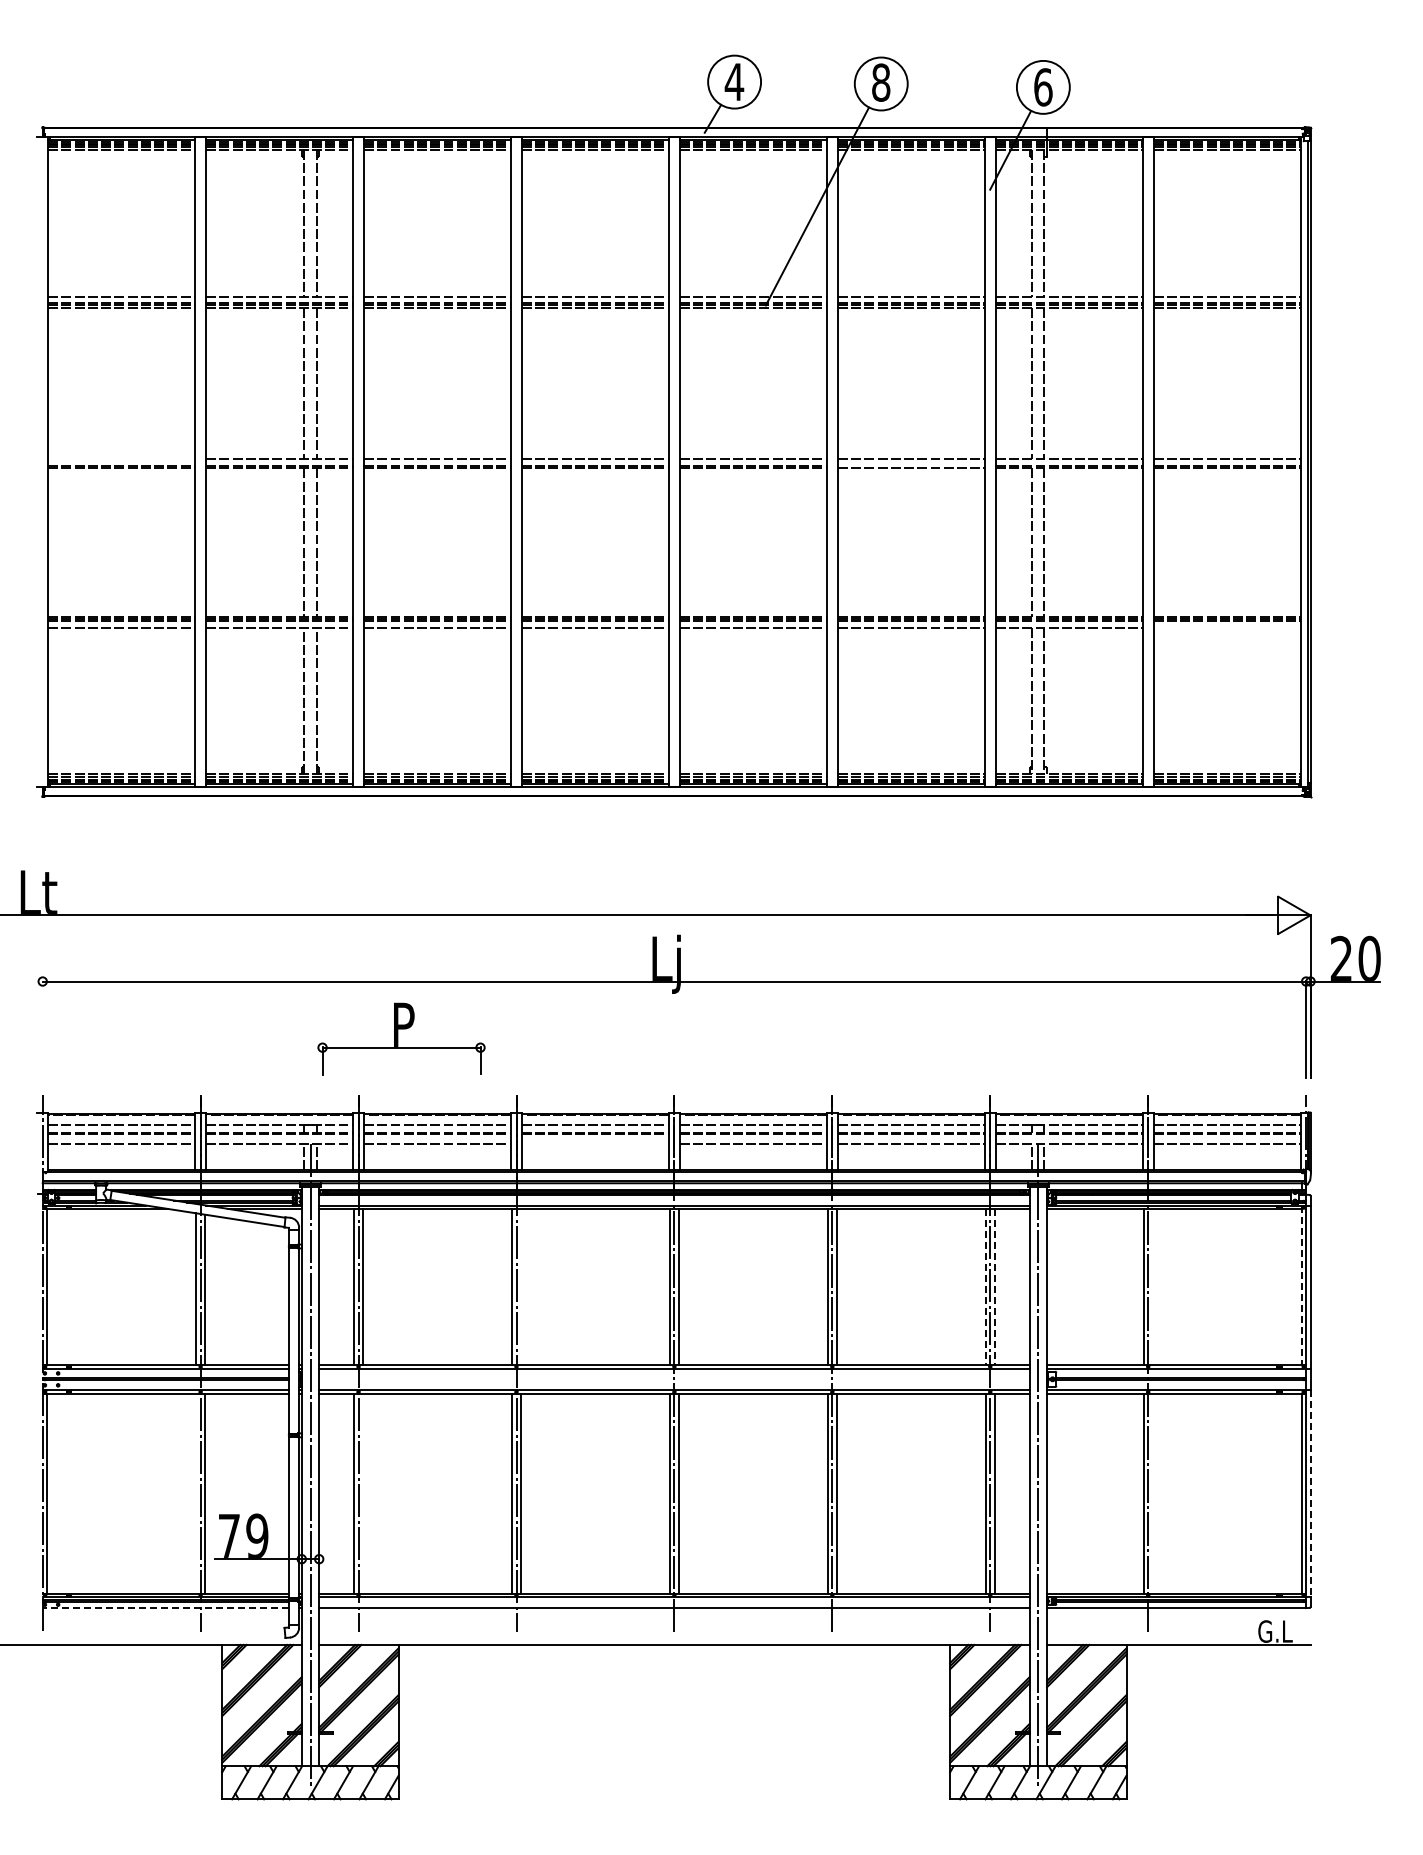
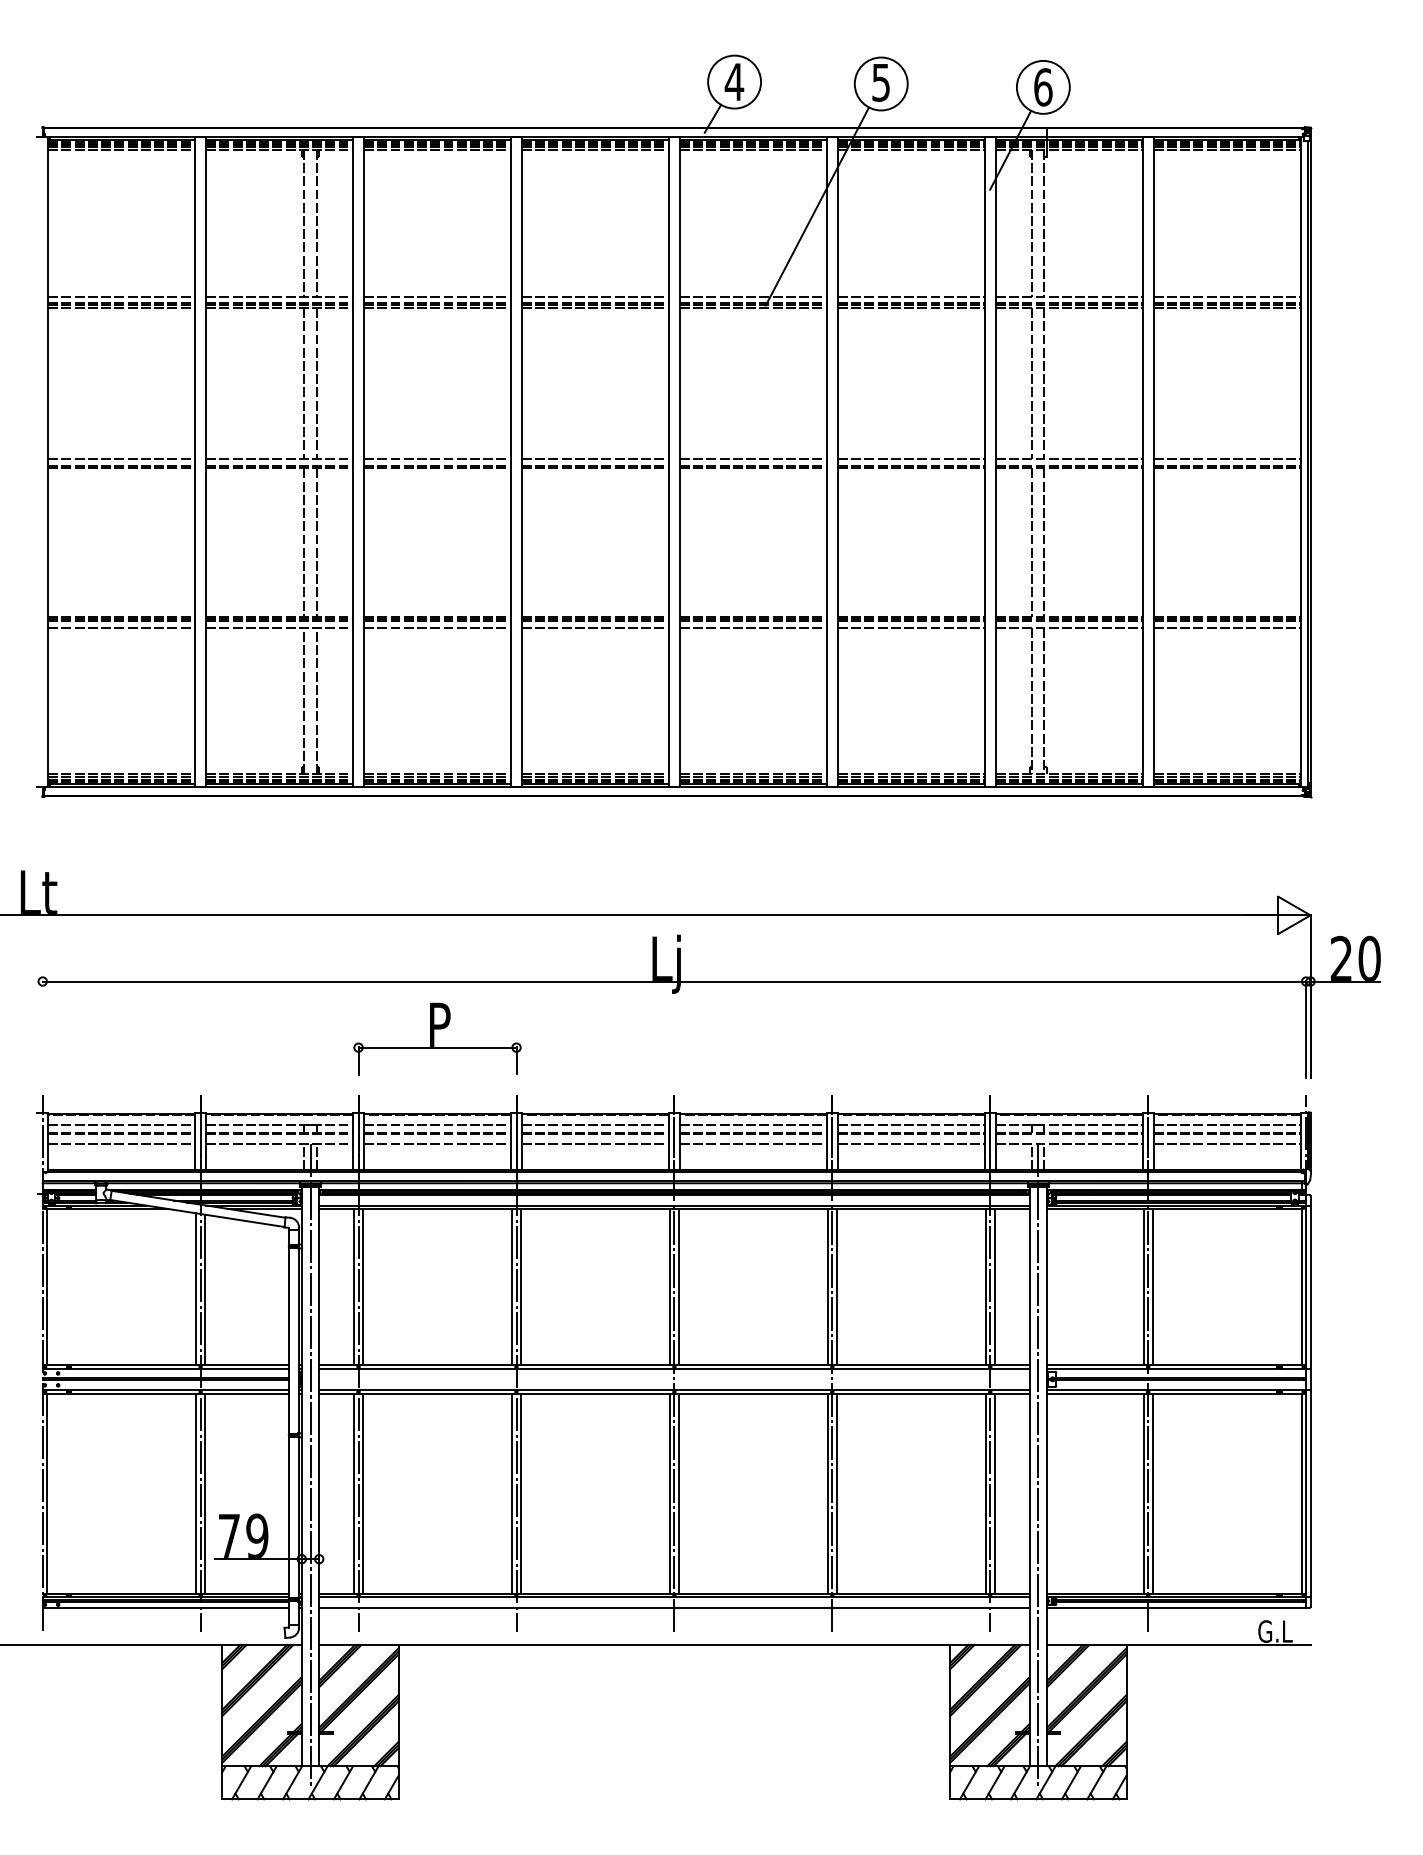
text at (881, 82): 8 -> 5
line at (121, 458): none -> present
line at (910, 465): none -> present
line at (1226, 627): none -> present
part at (401, 1038) position: (401, 1038) -> (437, 1038)
line at (595, 1143): none -> present
line at (1301, 1285): dashed -> solid
line at (520, 1286): none -> present
line at (1152, 1286): none -> present
line at (985, 1287): dashed -> solid
line at (994, 1287): dashed -> solid
line at (196, 1493): none -> present
line at (362, 1493): none -> present
line at (1152, 1493): none -> present
line at (1310, 1493): dashed -> solid
line at (165, 1608): dashed -> solid
